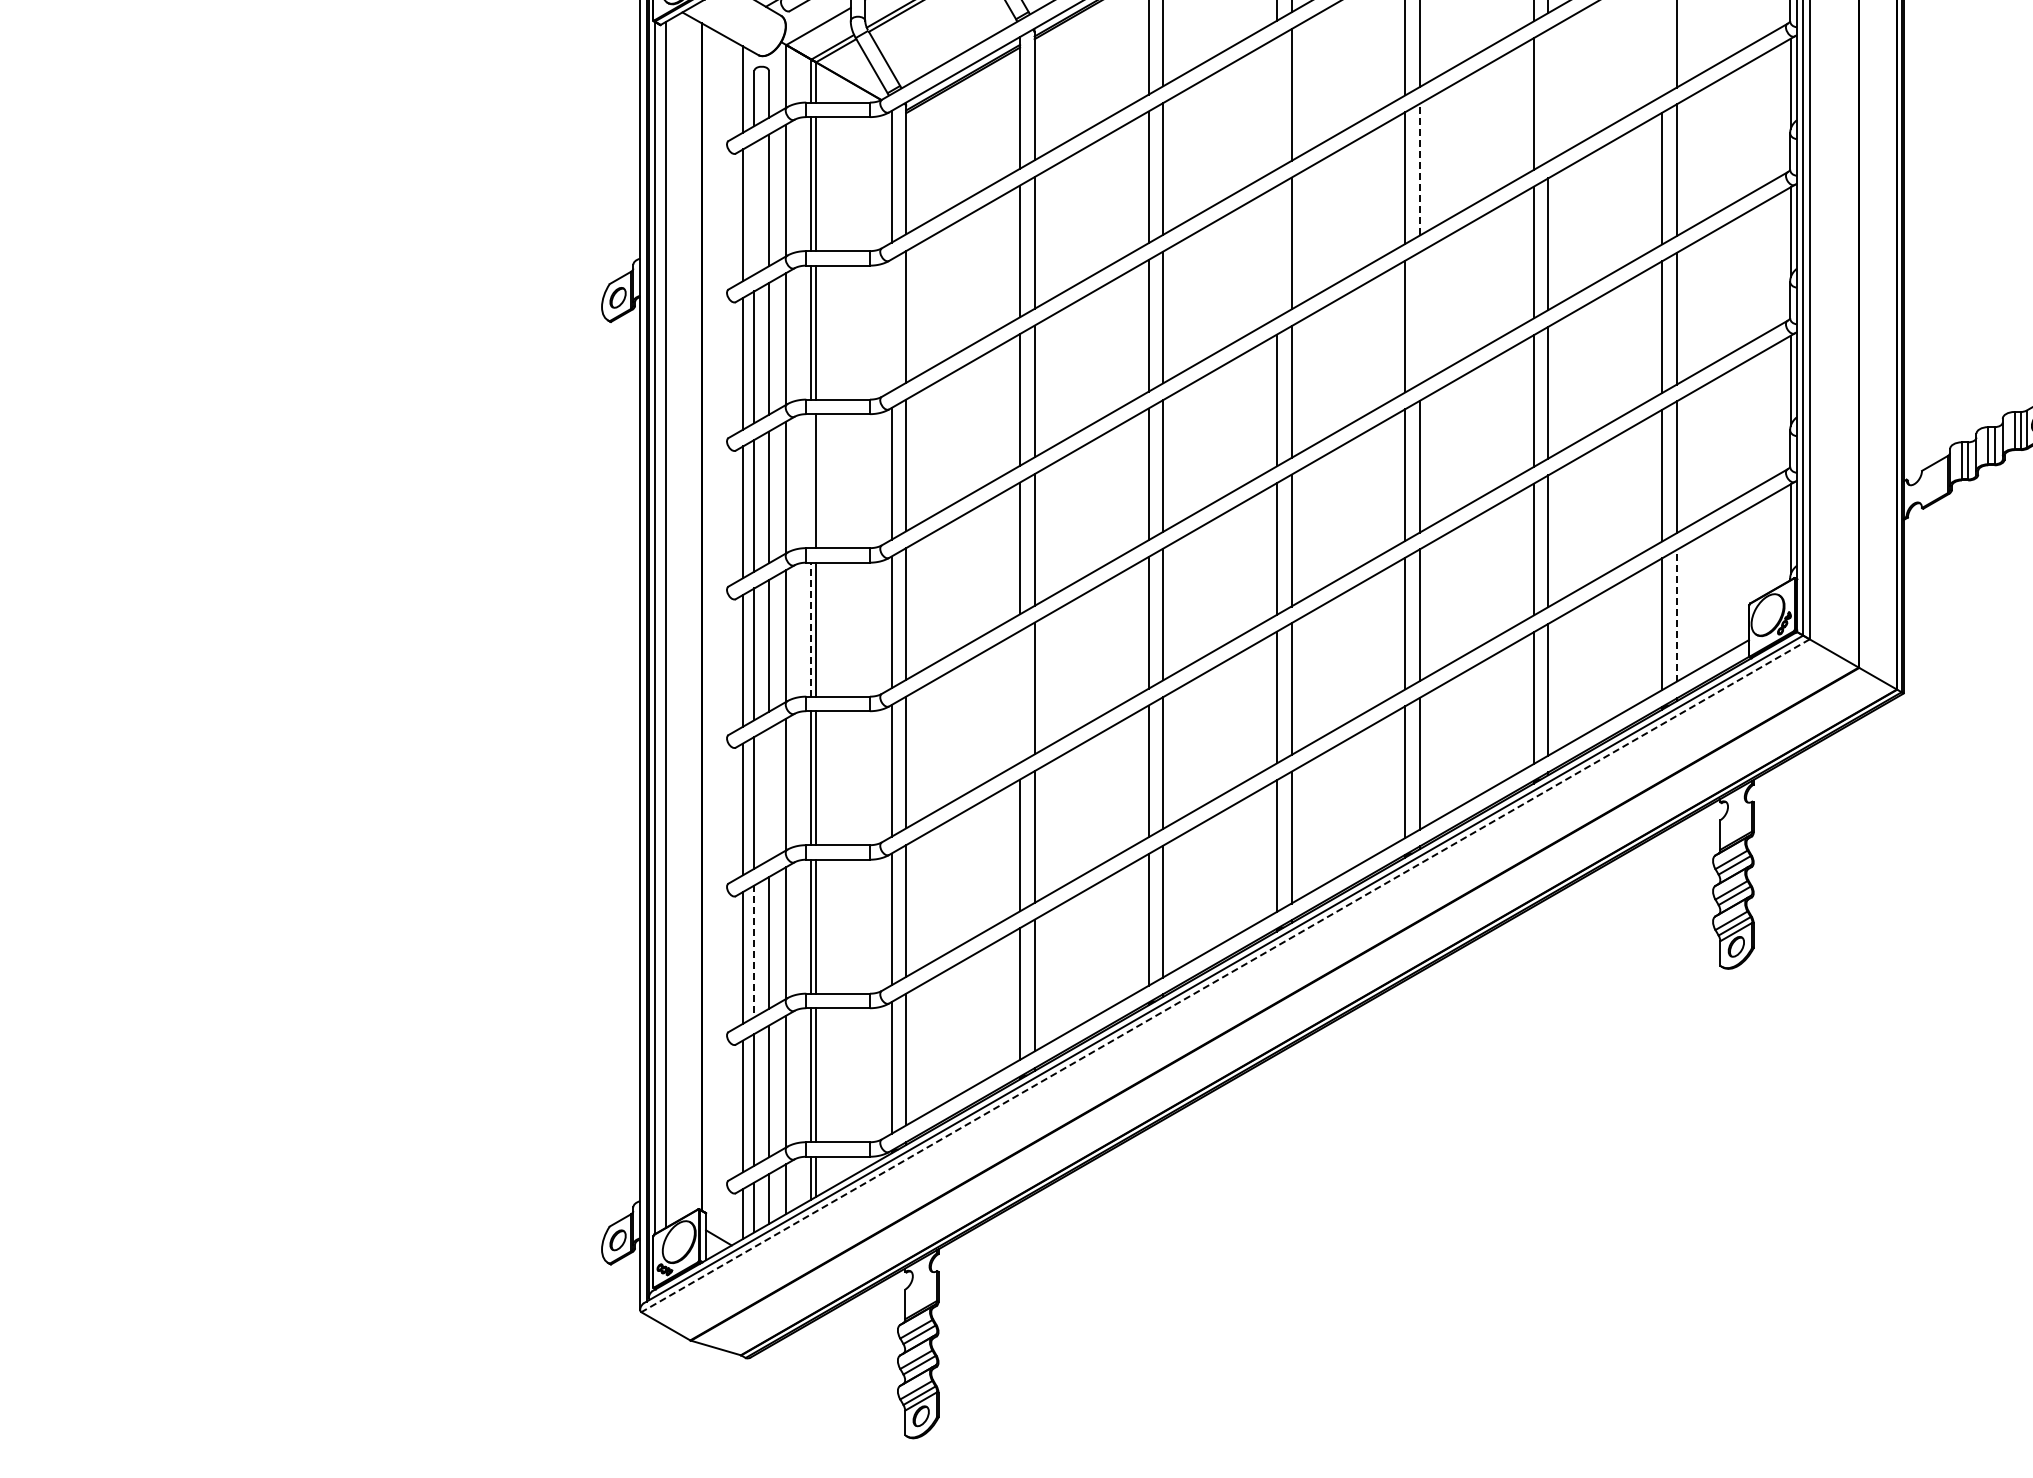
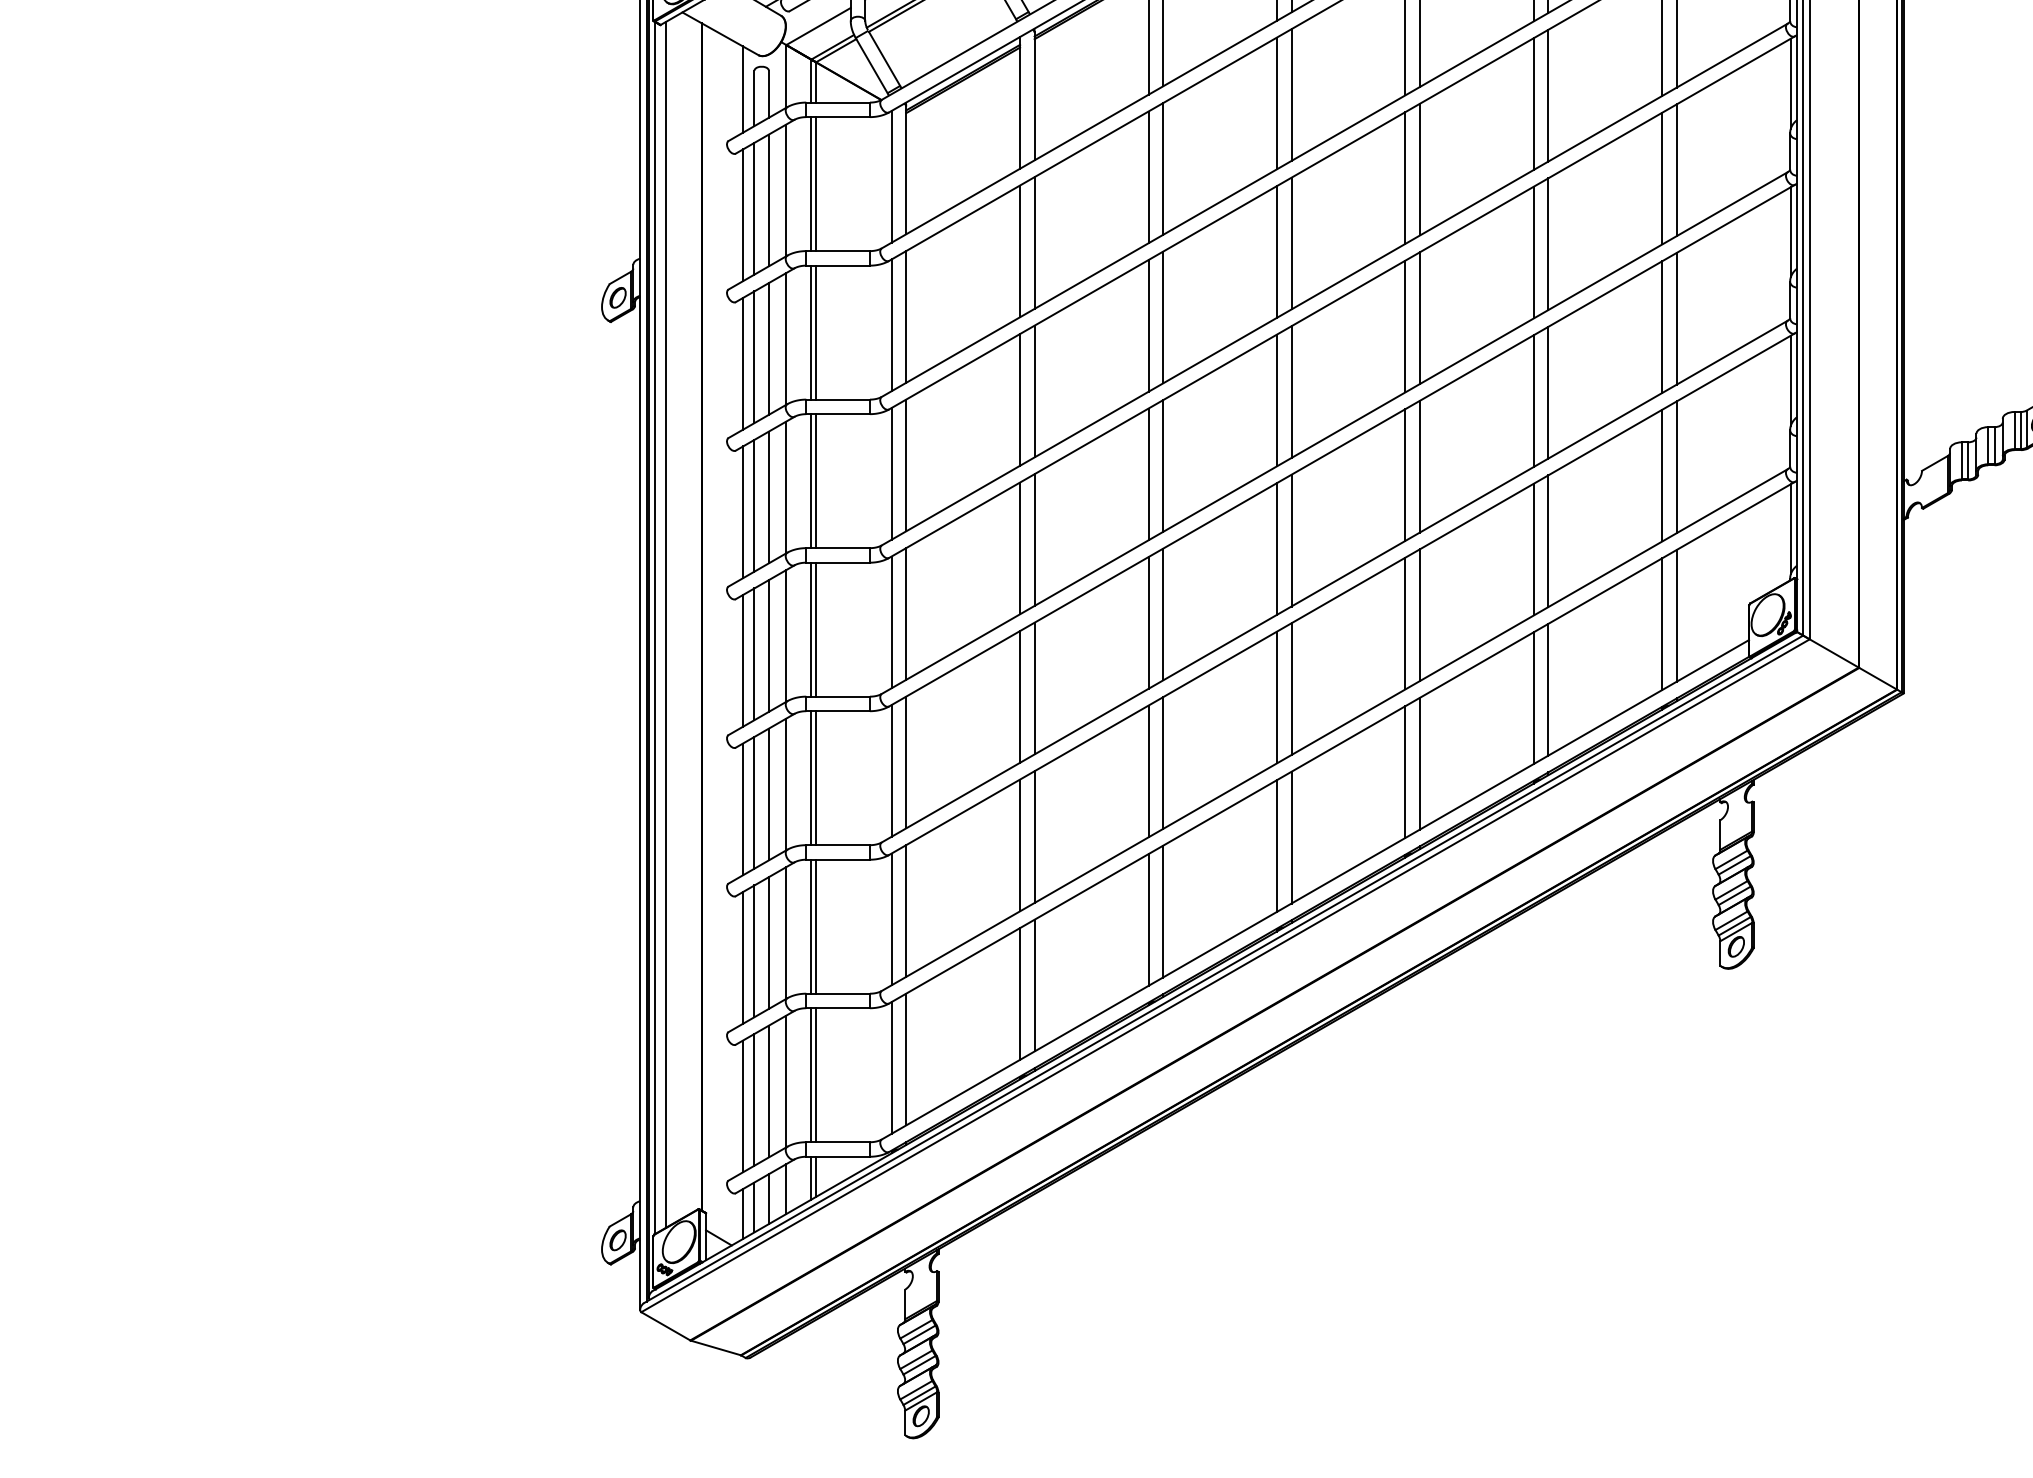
line at (1662, 48): none -> present
line at (1548, 95): none -> present
line at (1277, 103): none -> present
line at (1419, 169): dashed -> solid
line at (754, 208): none -> present
line at (1277, 251): none -> present
line at (1419, 318): none -> present
line at (891, 325): none -> present
line at (811, 481): none -> present
line at (1676, 615): dashed -> solid
line at (811, 629): dashed -> solid
line at (1020, 696): none -> present
line at (768, 794): none -> present
line at (754, 951): dashed -> solid
line at (1225, 976): dashed -> solid
